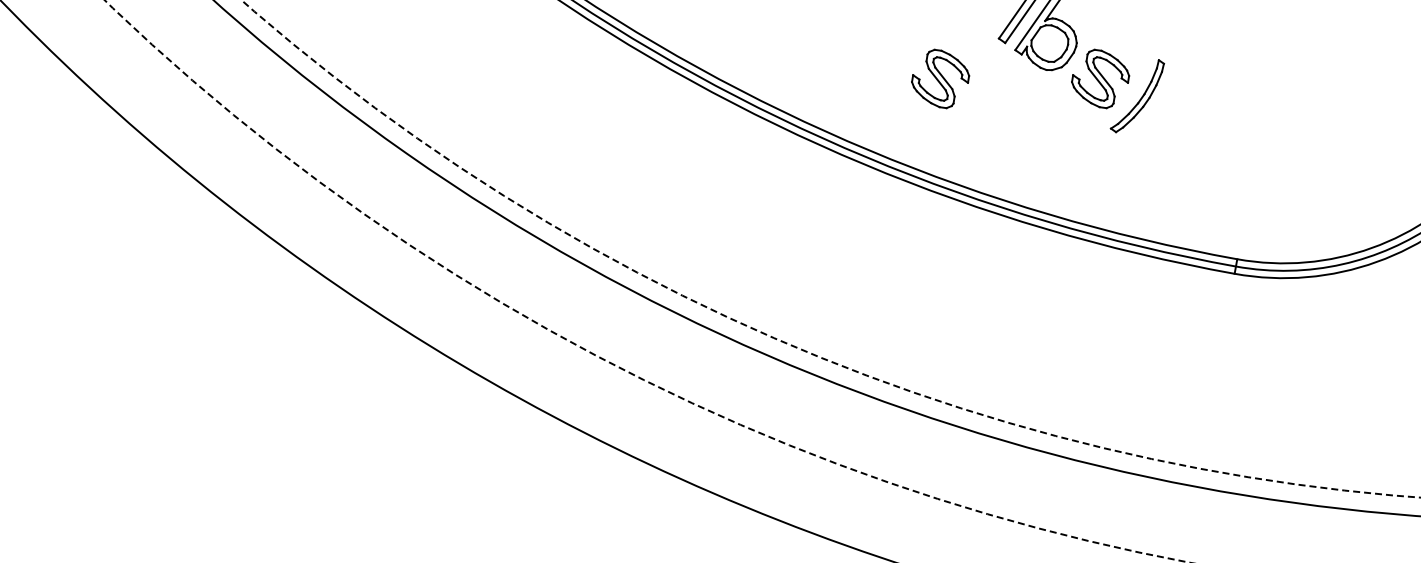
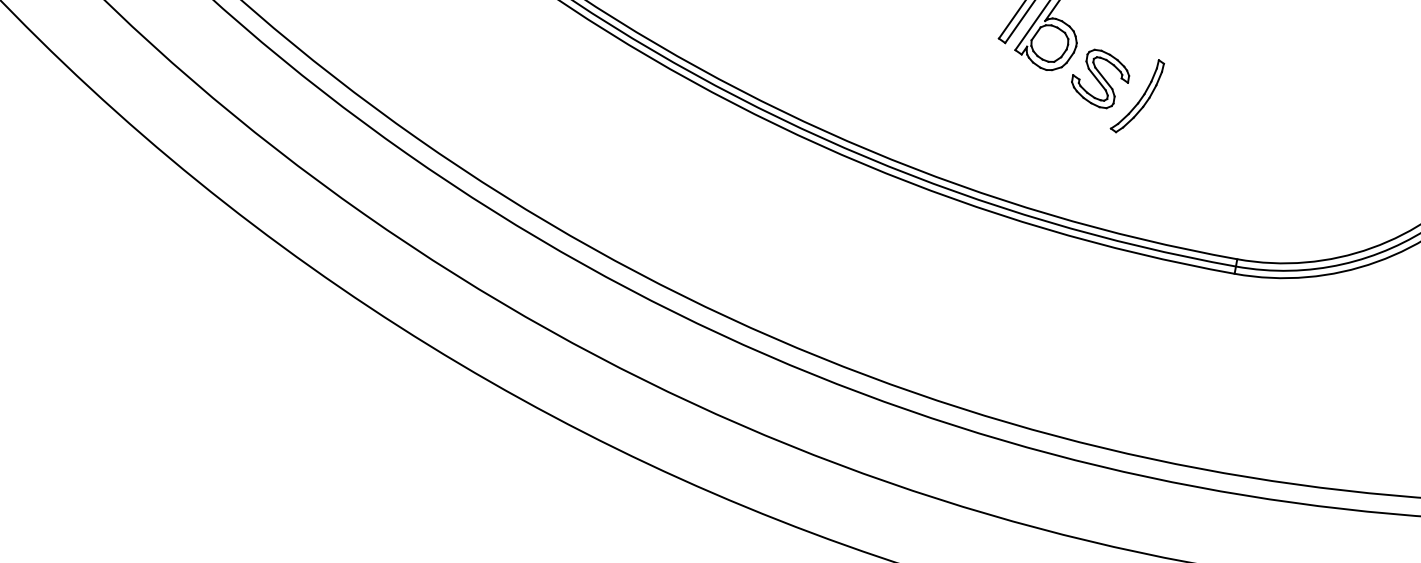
part at (940, 78): present -> none
arc at (790, 345): dashed -> solid
arc at (606, 361): dashed -> solid
